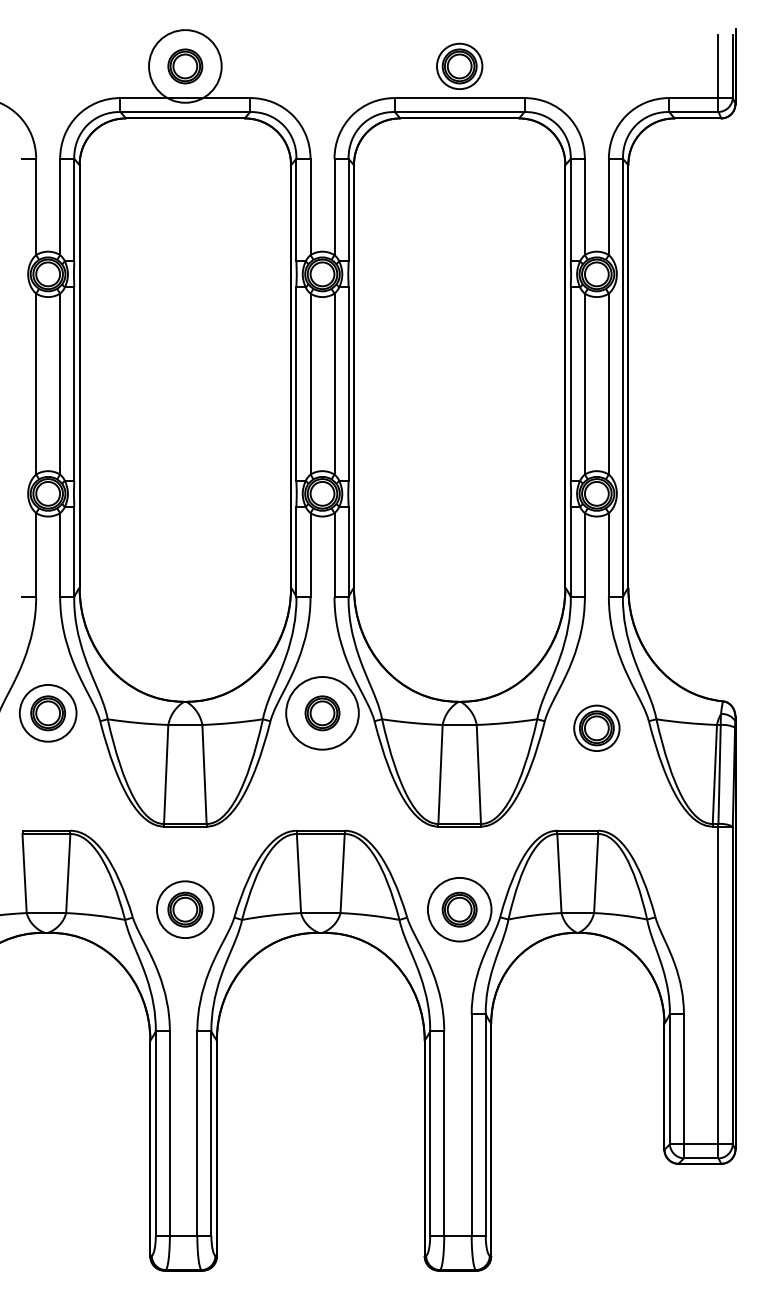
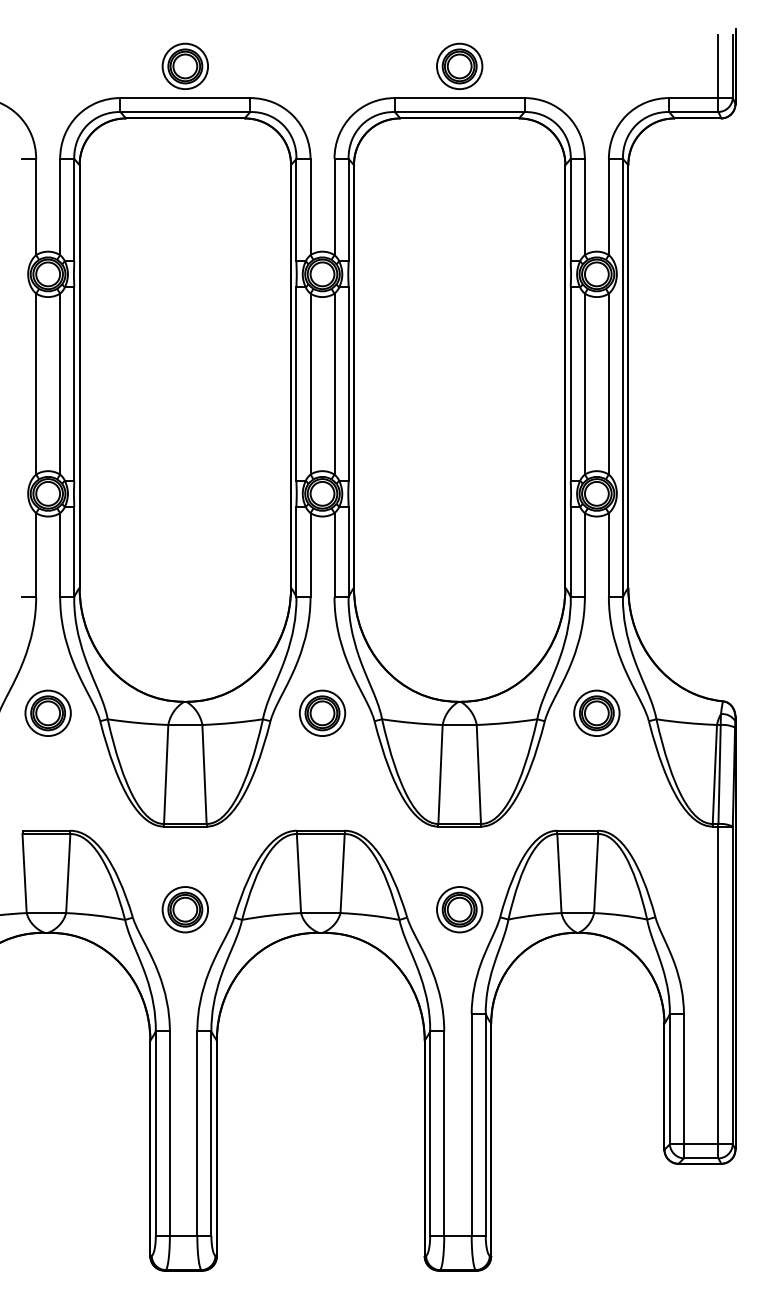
circle at (185, 66) diameter: 73 px -> 45 px
circle at (47, 712) diameter: 57 px -> 45 px
circle at (322, 713) diameter: 73 px -> 45 px
part at (596, 727) position: (596, 727) -> (596, 712)
circle at (184, 909) diameter: 57 px -> 45 px
circle at (459, 909) diameter: 64 px -> 45 px
